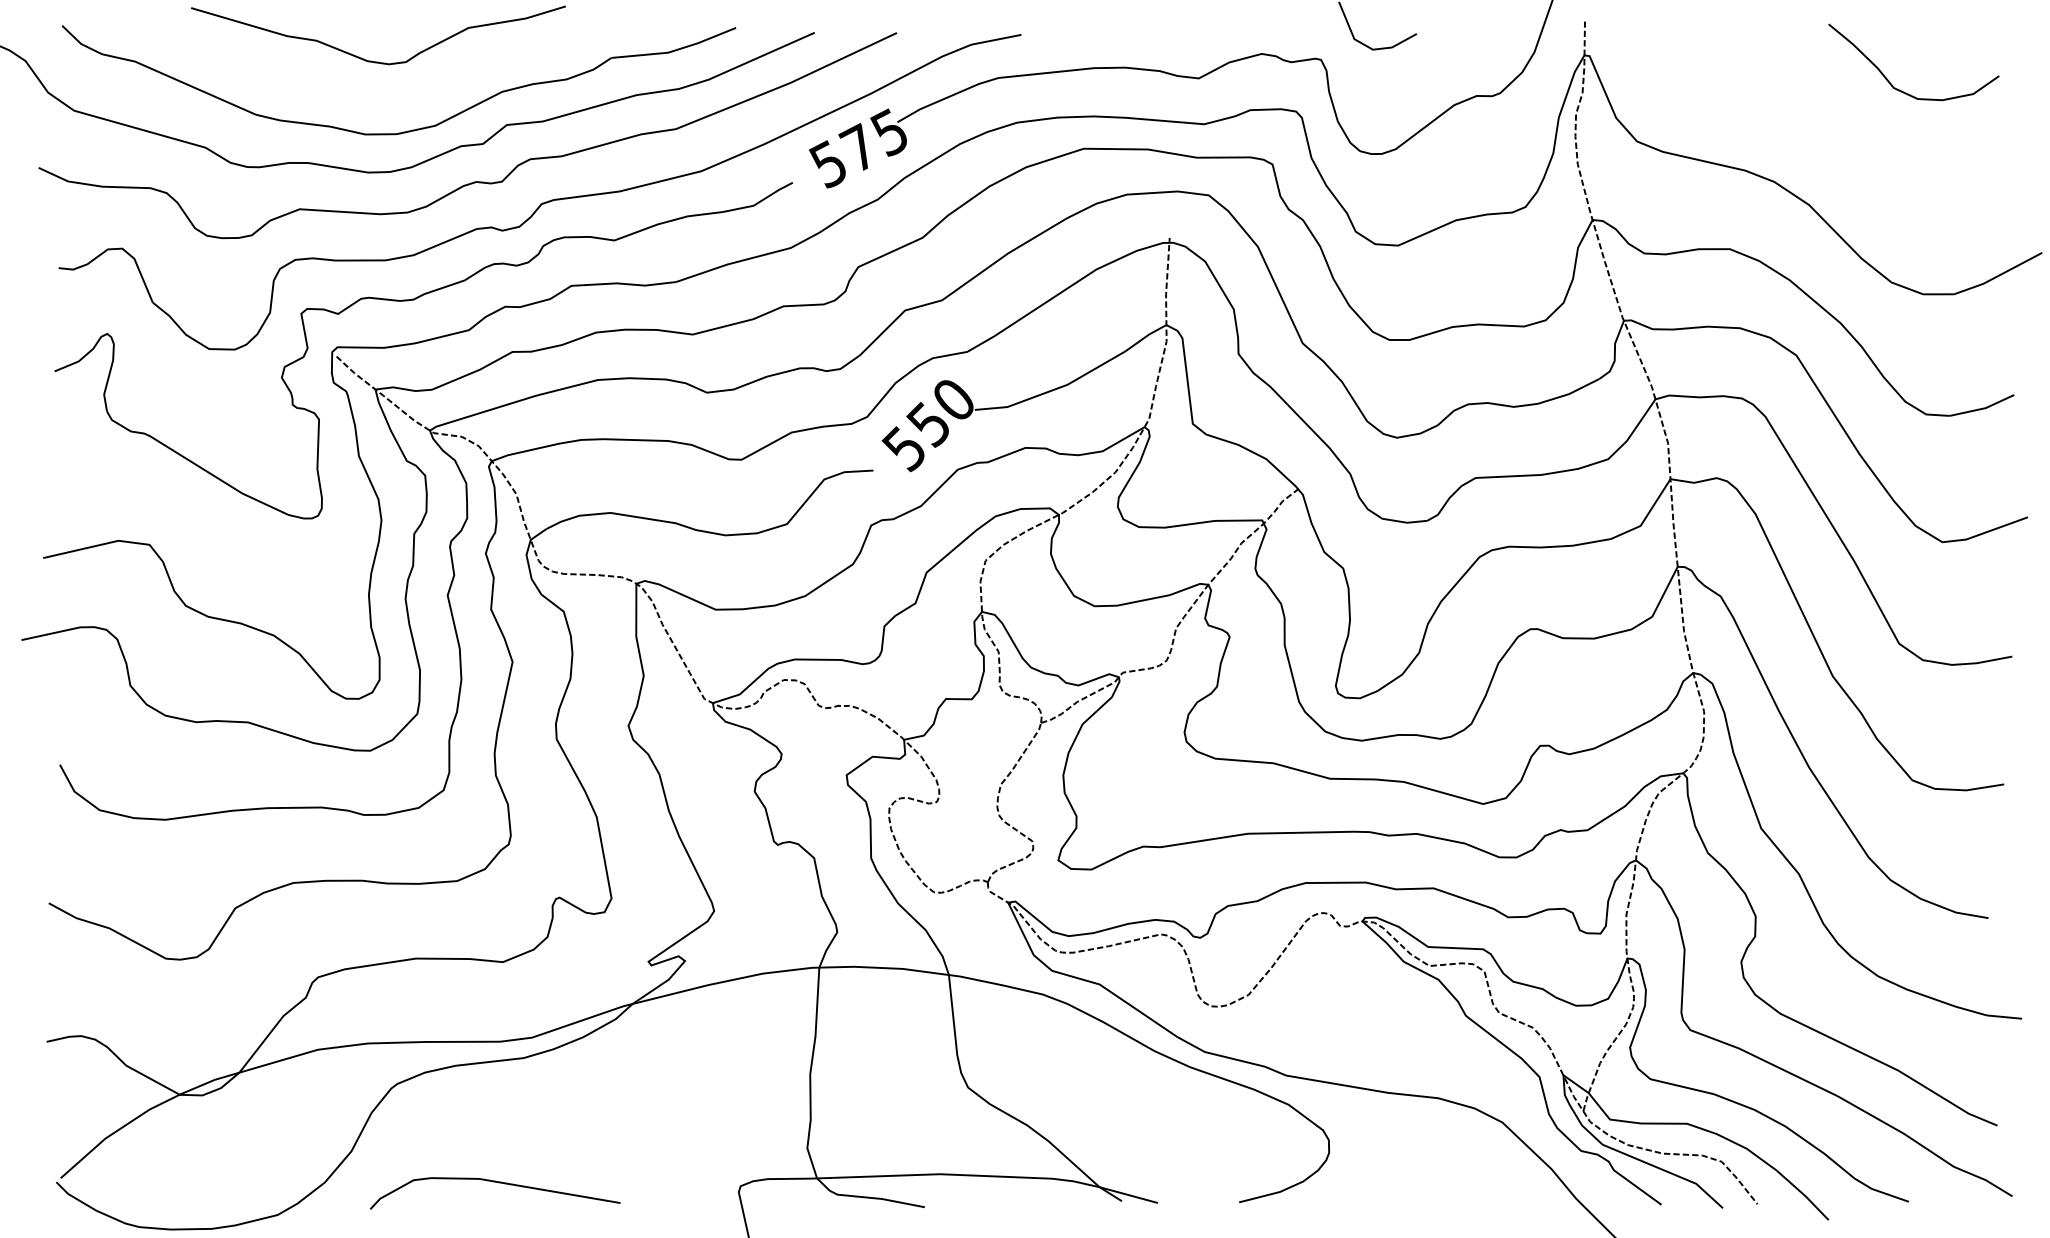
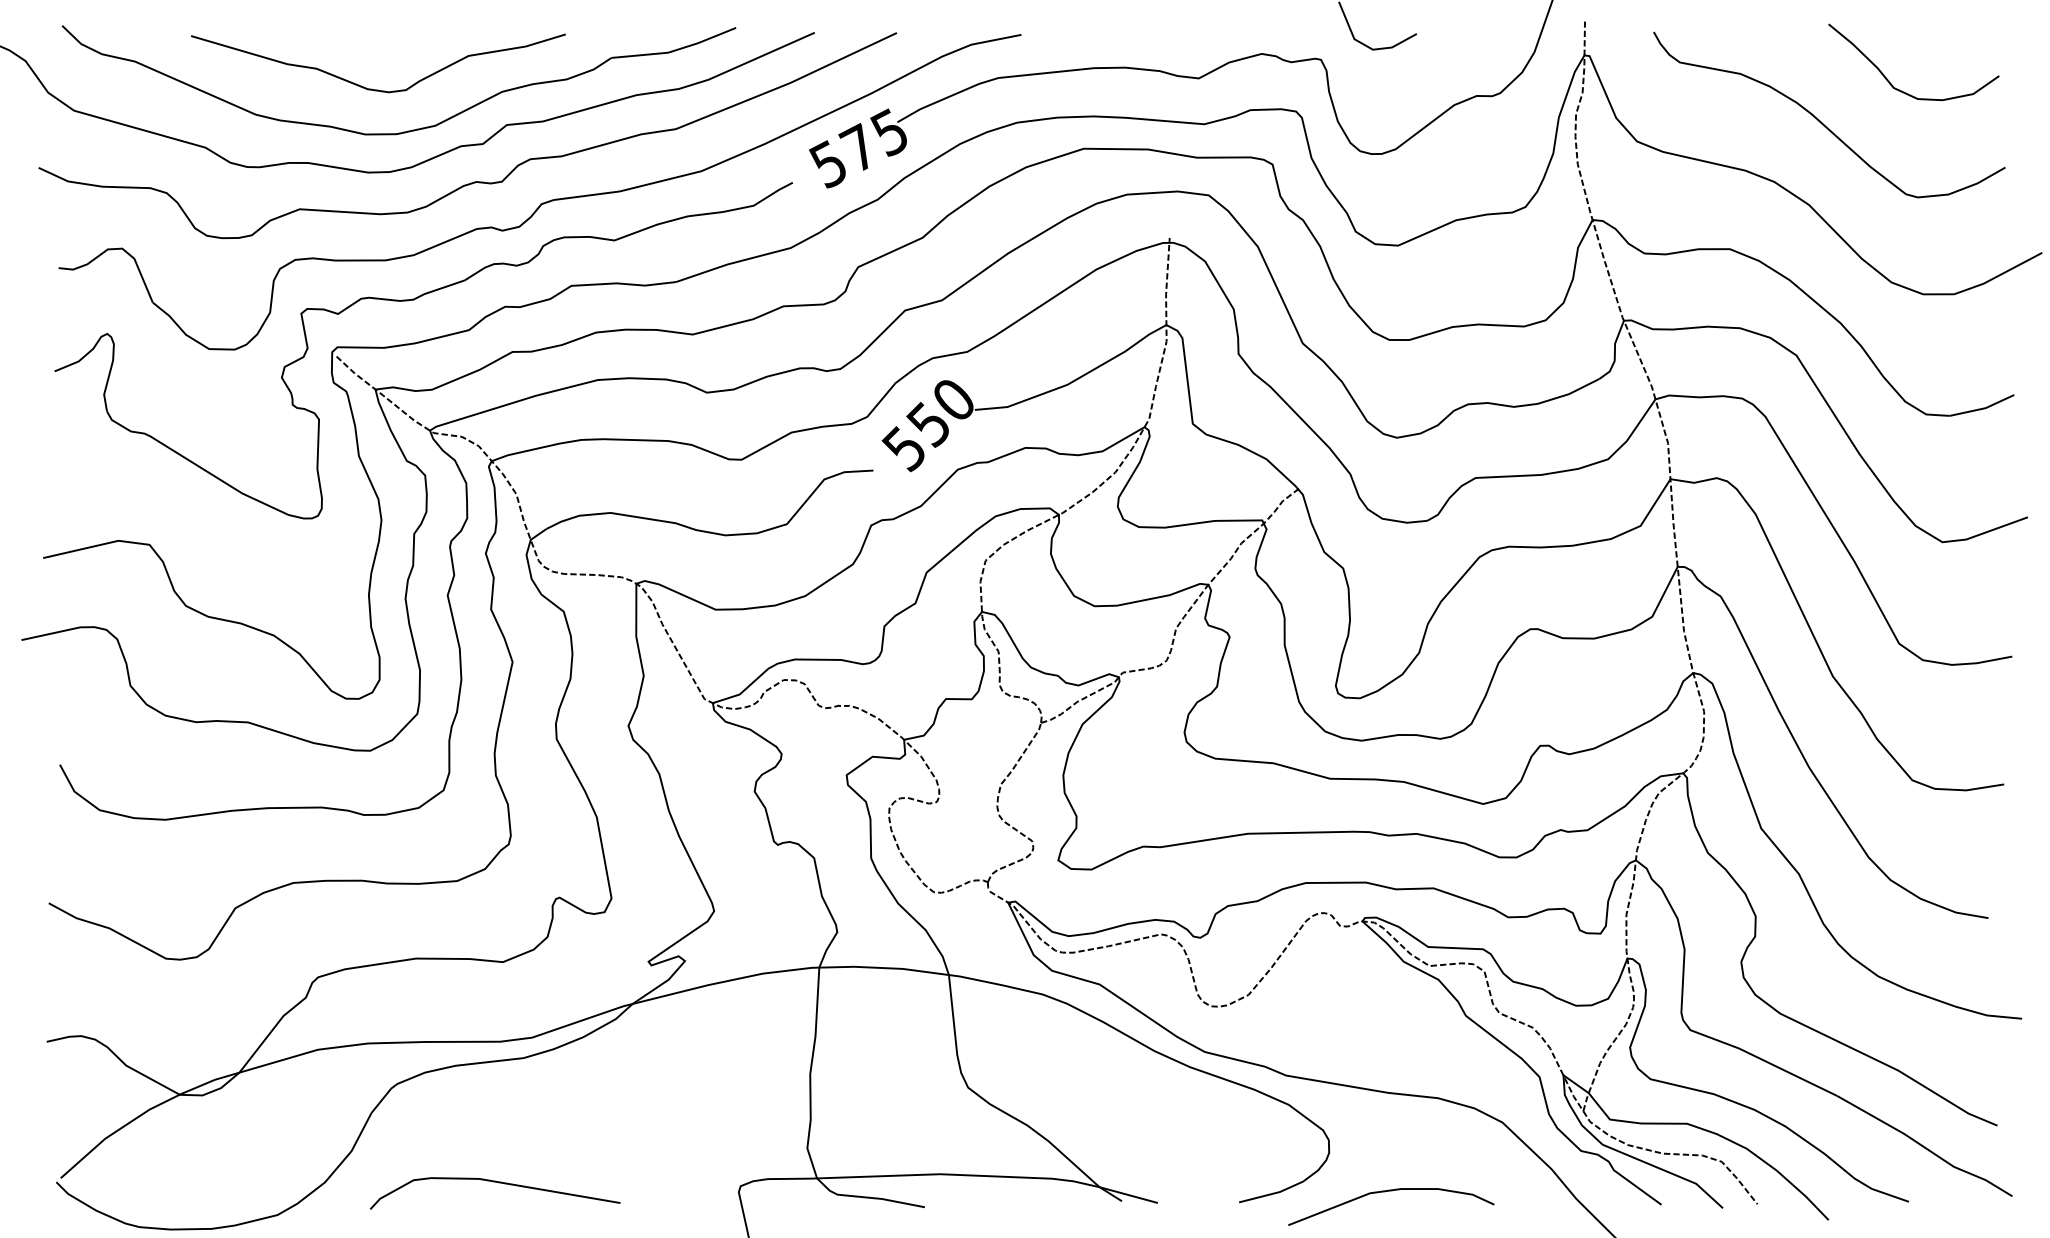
curve at (371, 60) position: (371, 60) -> (371, 88)
curve at (1821, 121): none -> present
curve at (1391, 1191): none -> present
